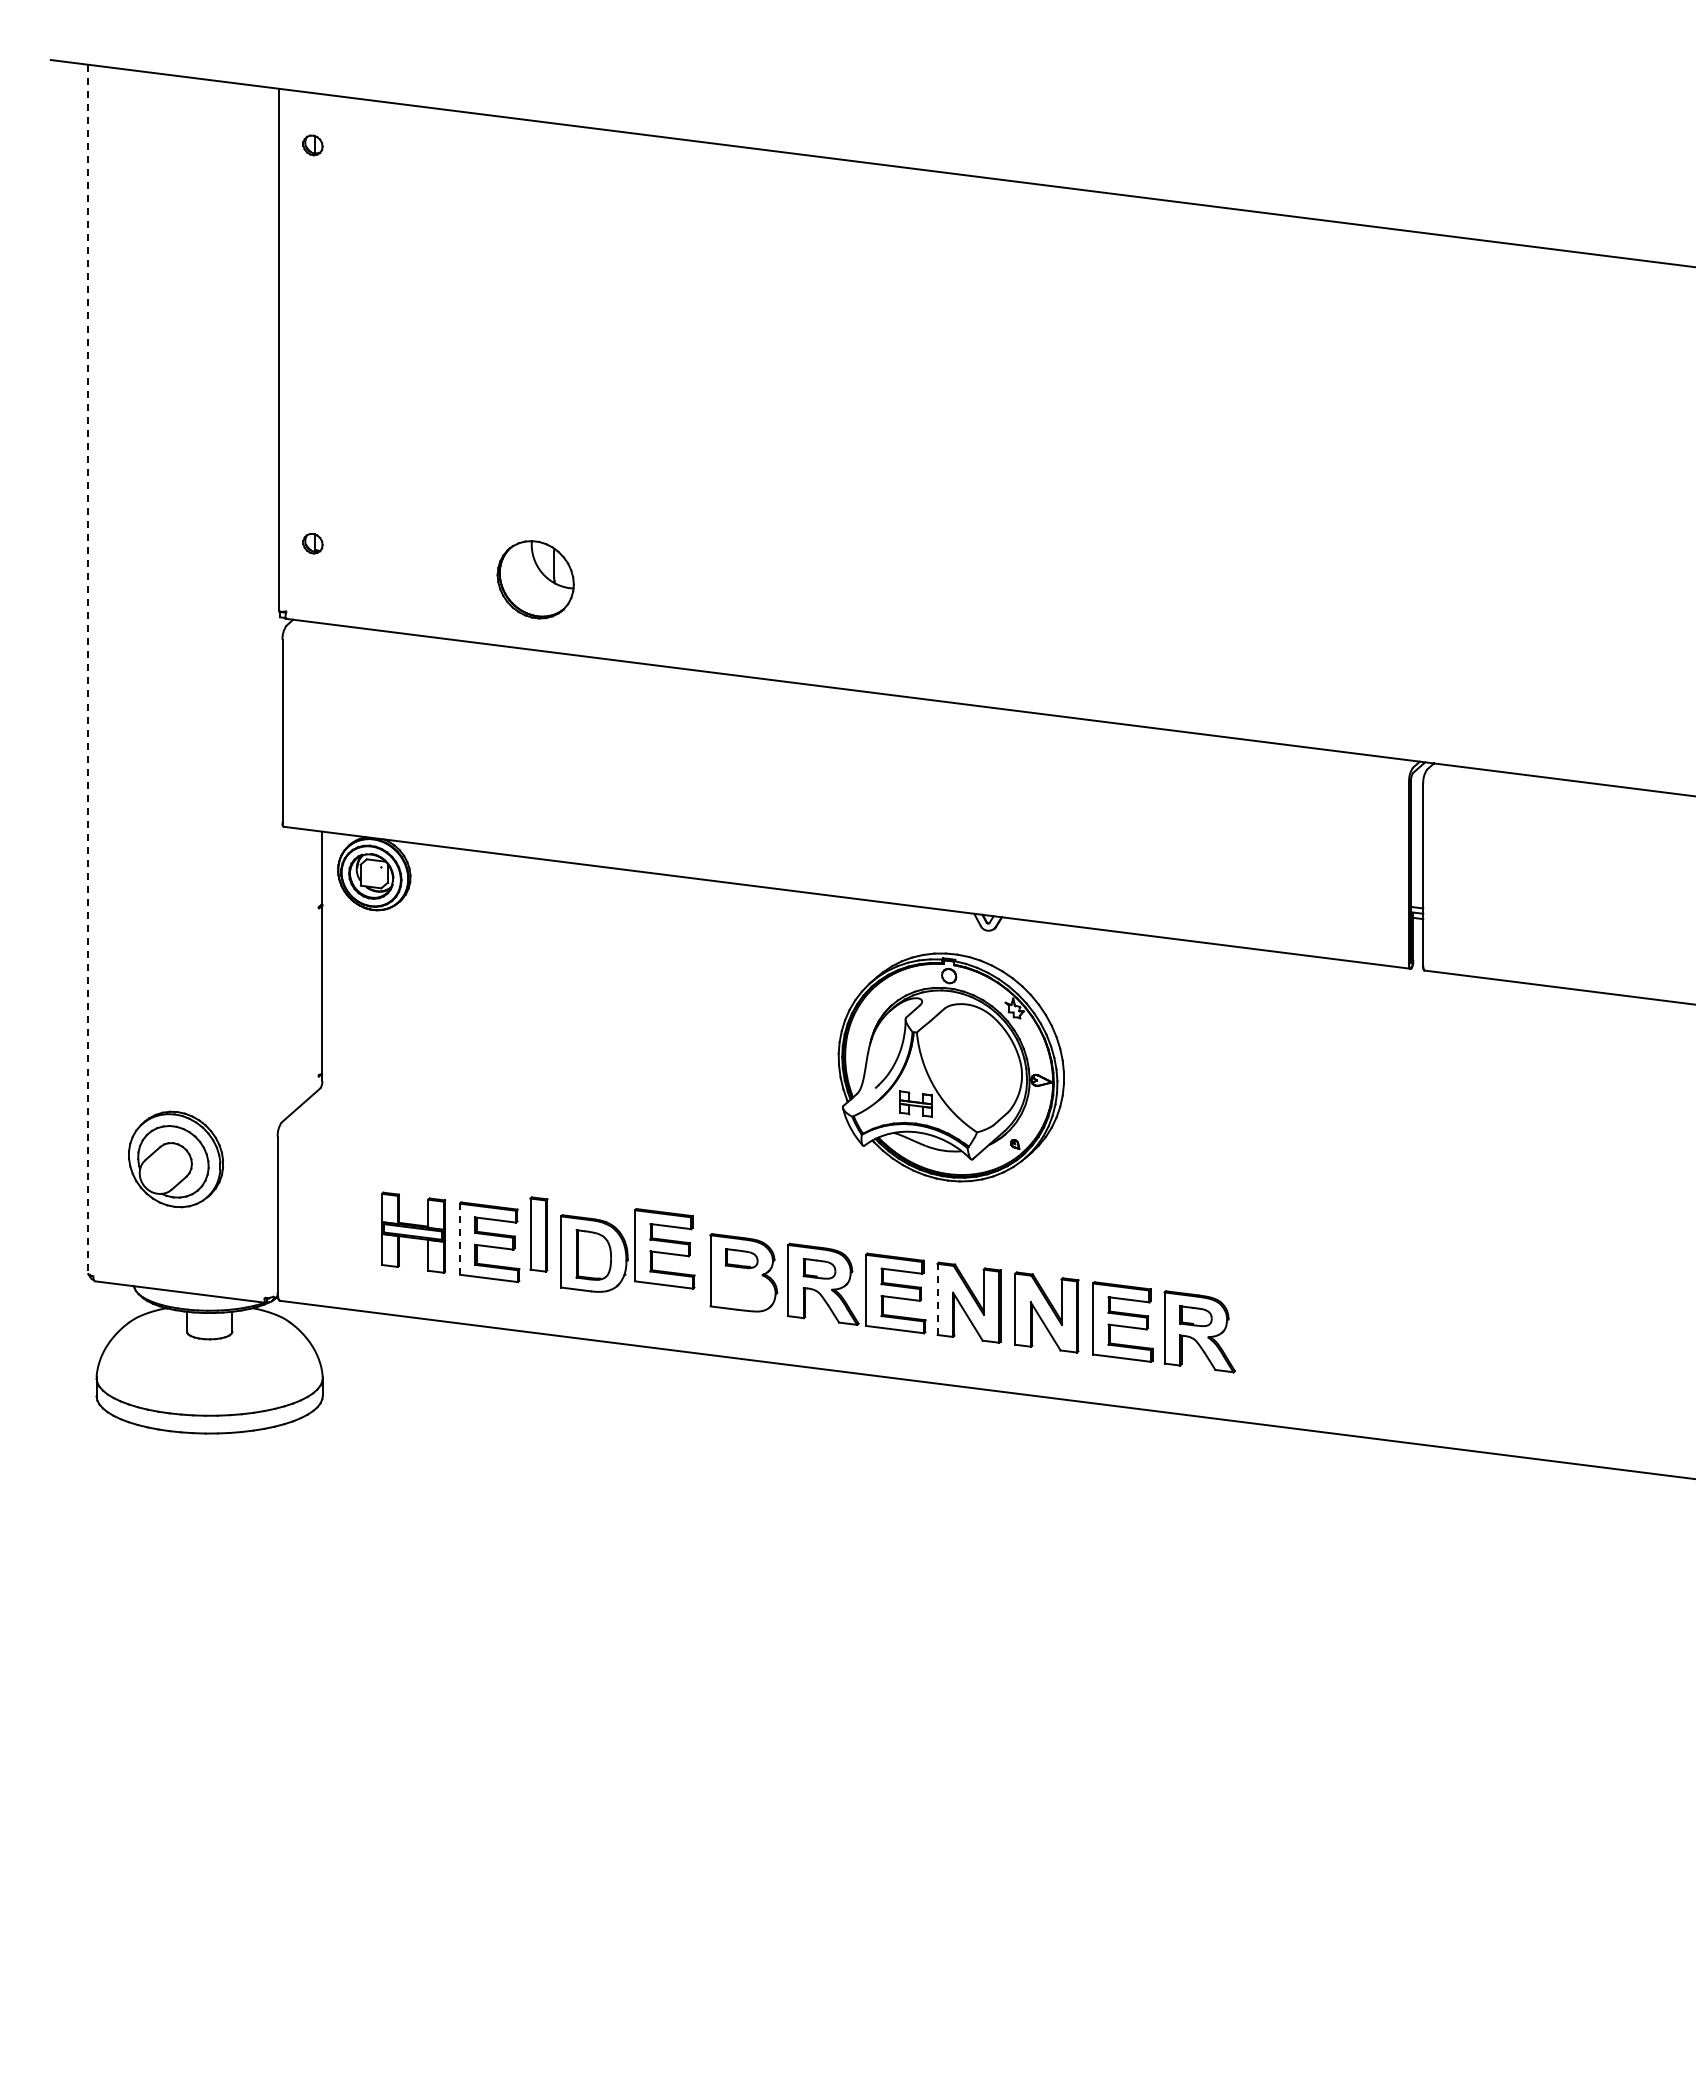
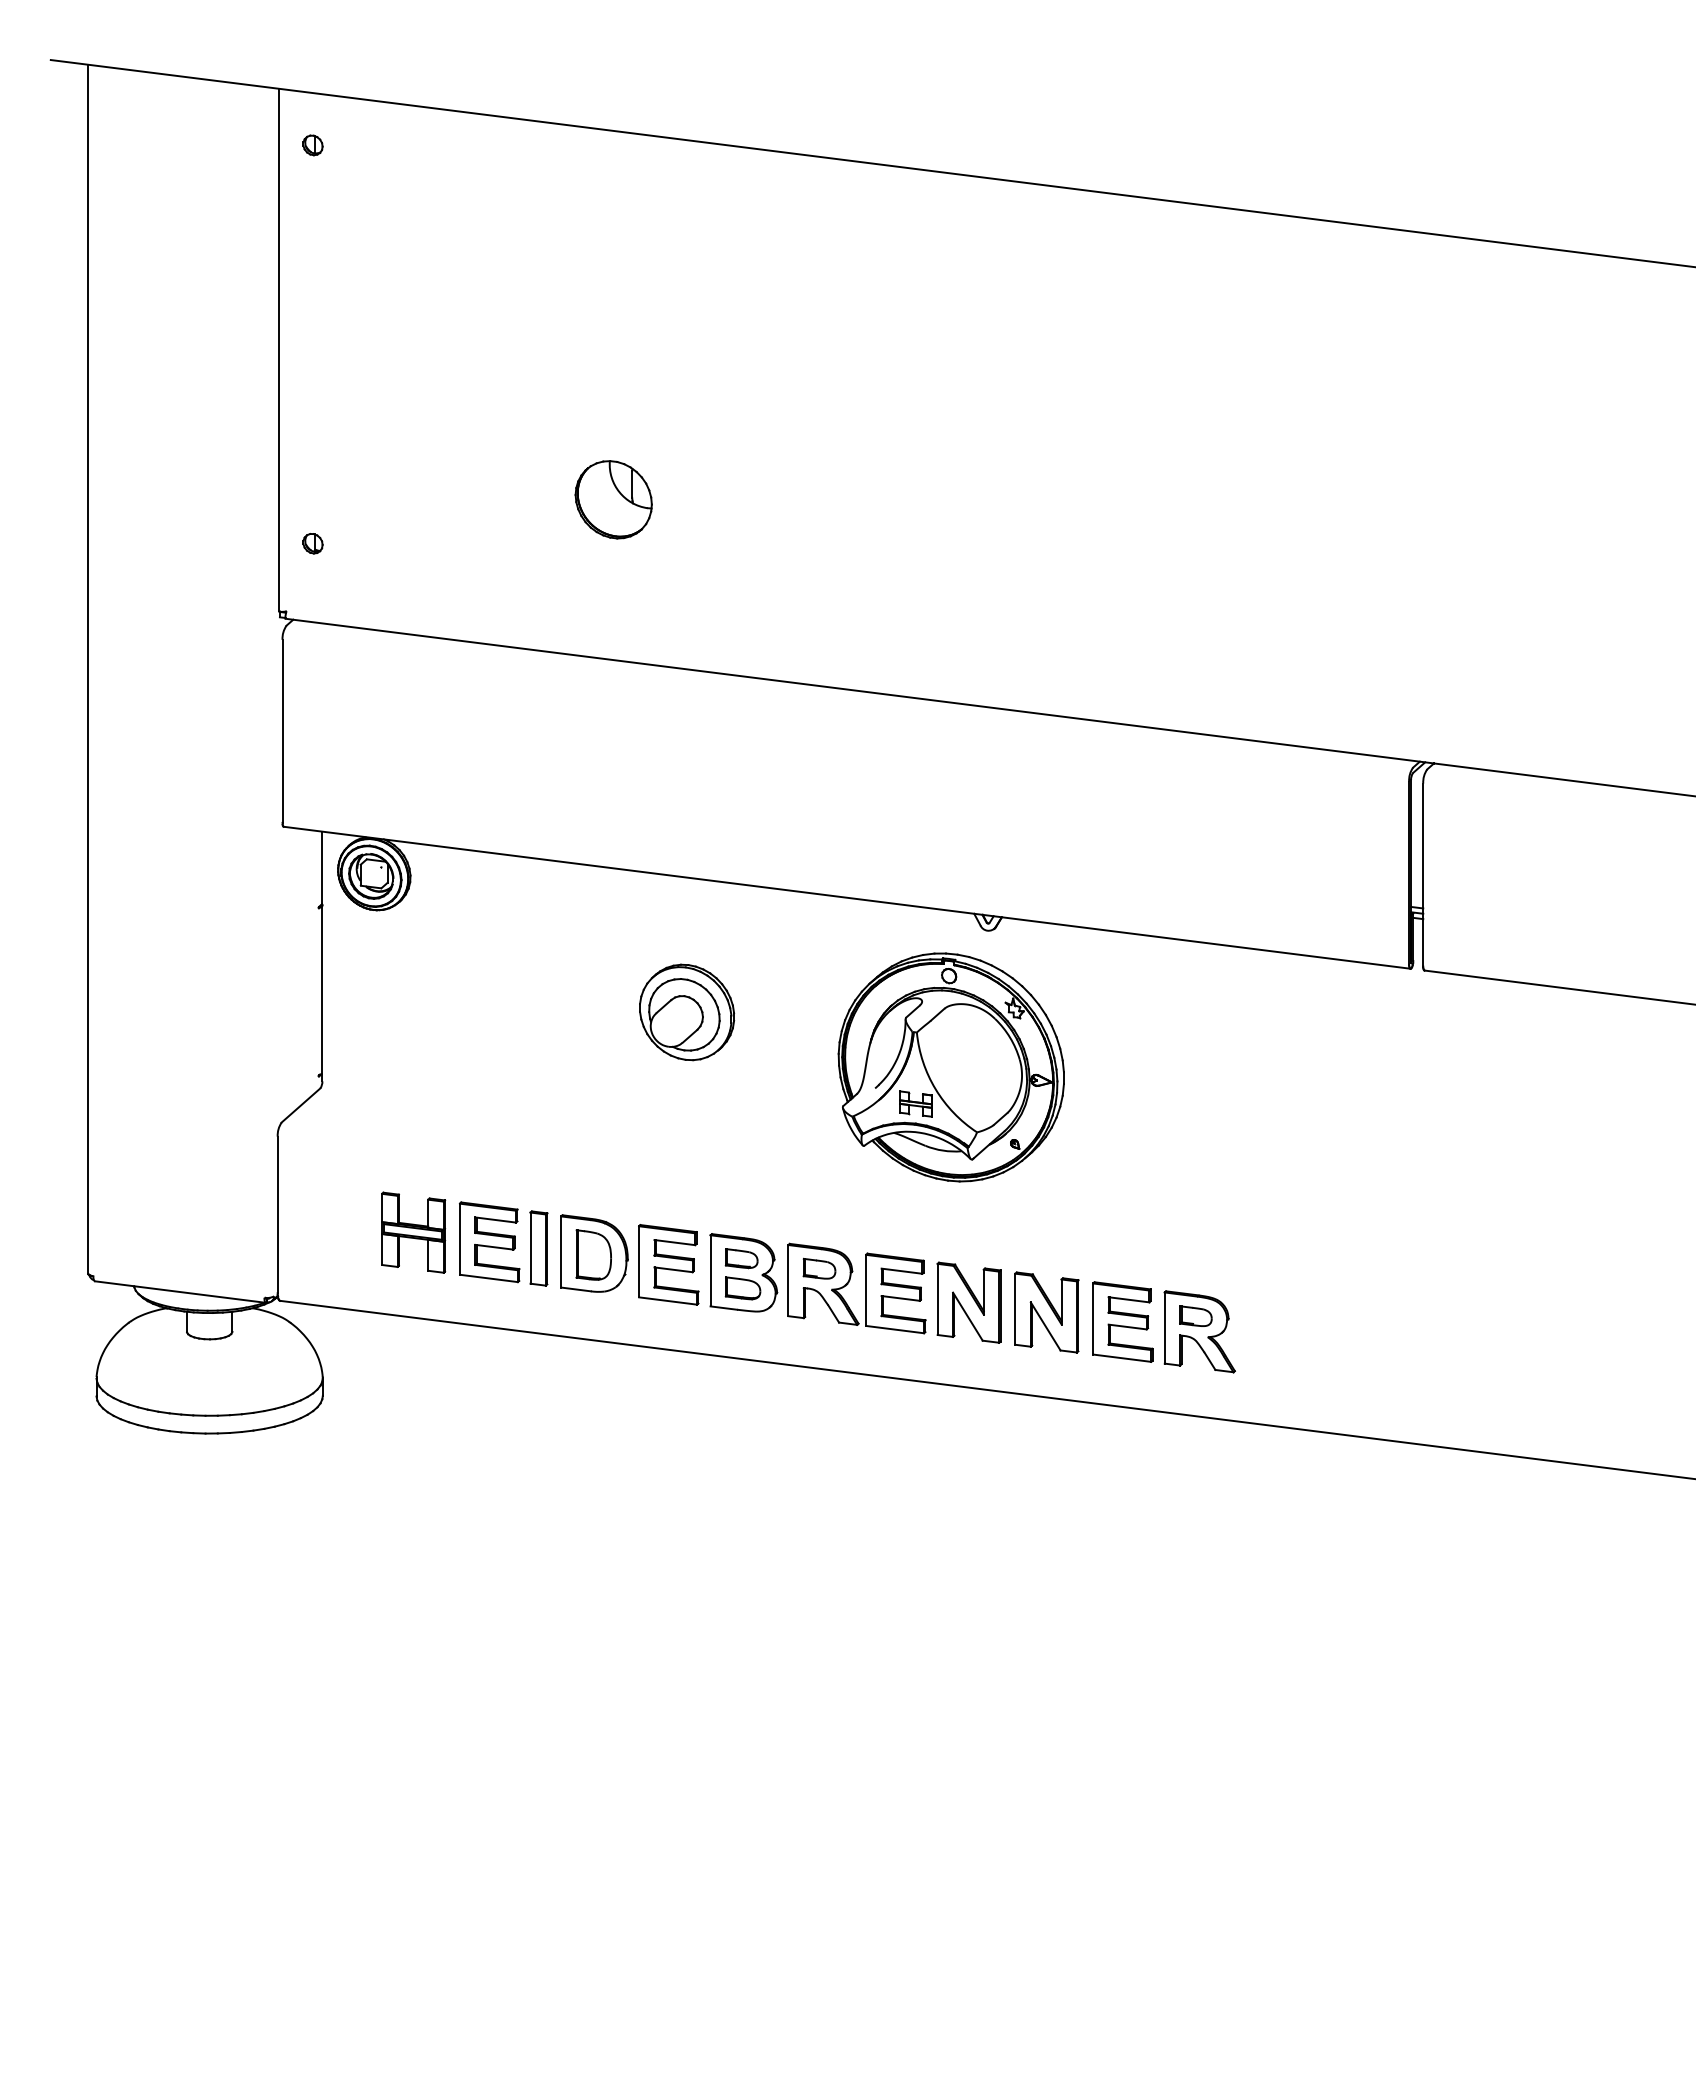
part at (535, 579) position: (535, 579) -> (613, 499)
line at (88, 669): dashed -> solid
part at (176, 1159) position: (176, 1159) -> (687, 1012)
part at (538, 1234) position: (538, 1234) -> (538, 1248)
line at (460, 1239): dashed -> solid
part at (664, 1248) position: (664, 1248) -> (668, 1264)
part at (742, 1288): none -> present
line at (937, 1299): dashed -> solid
